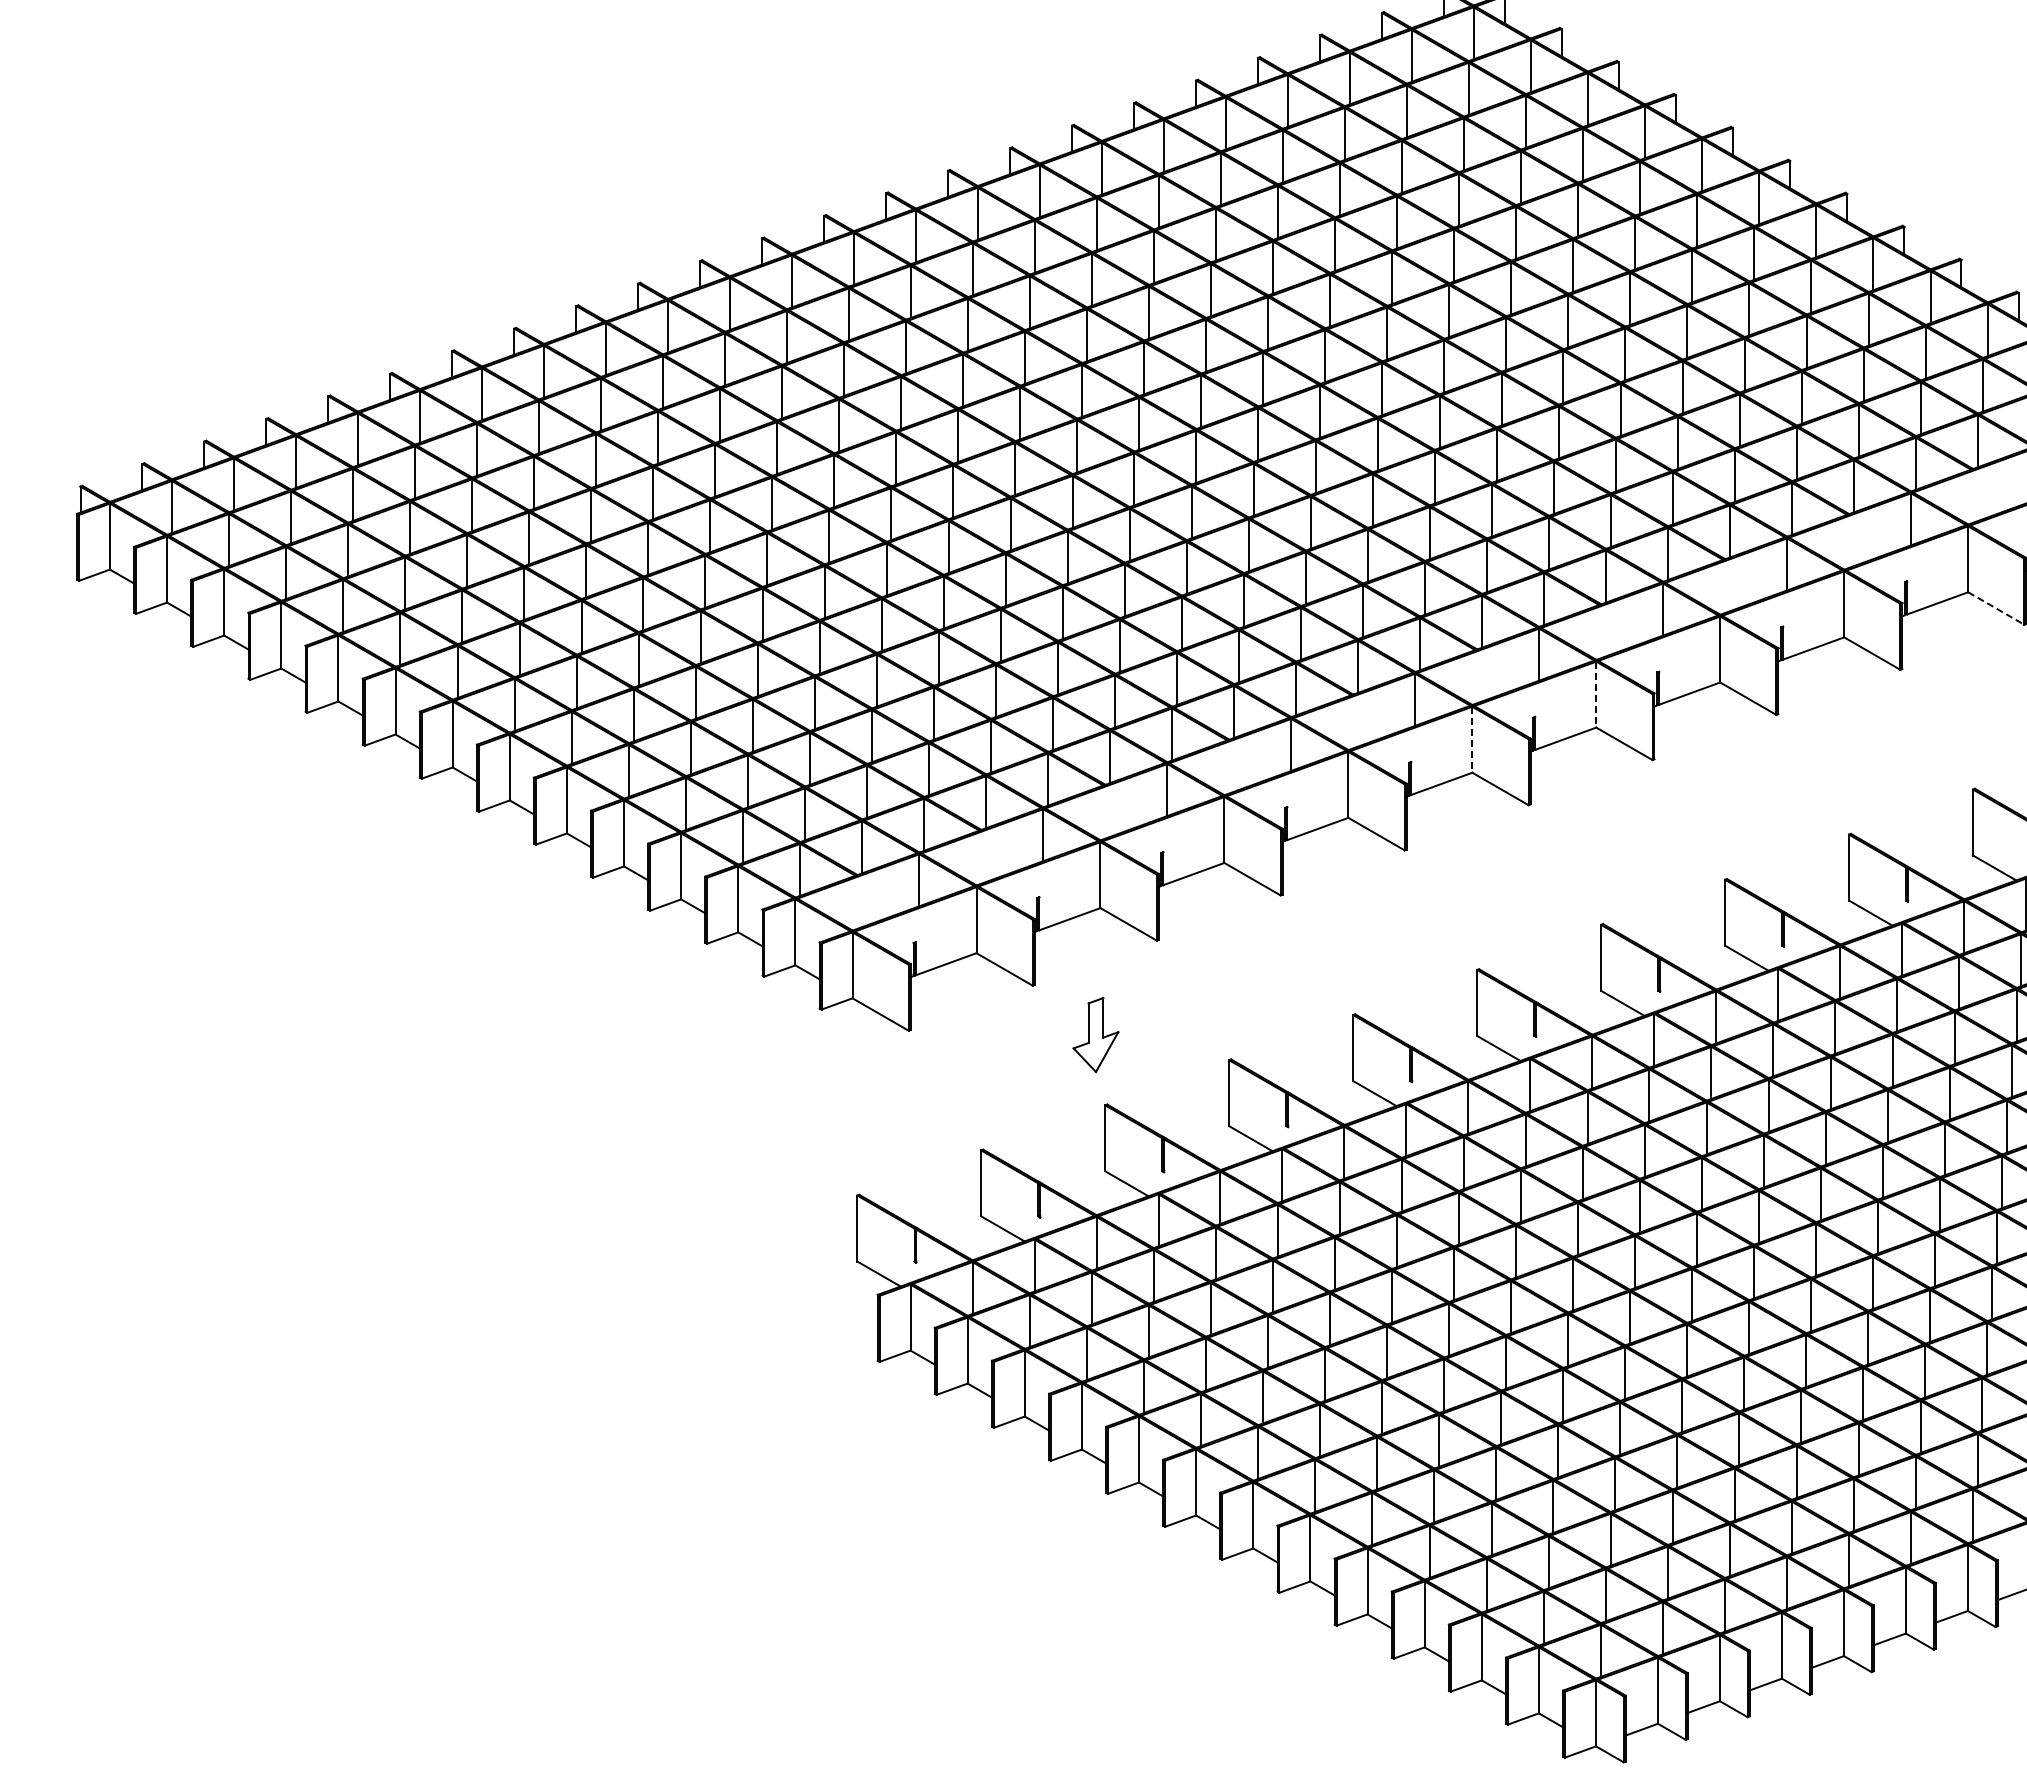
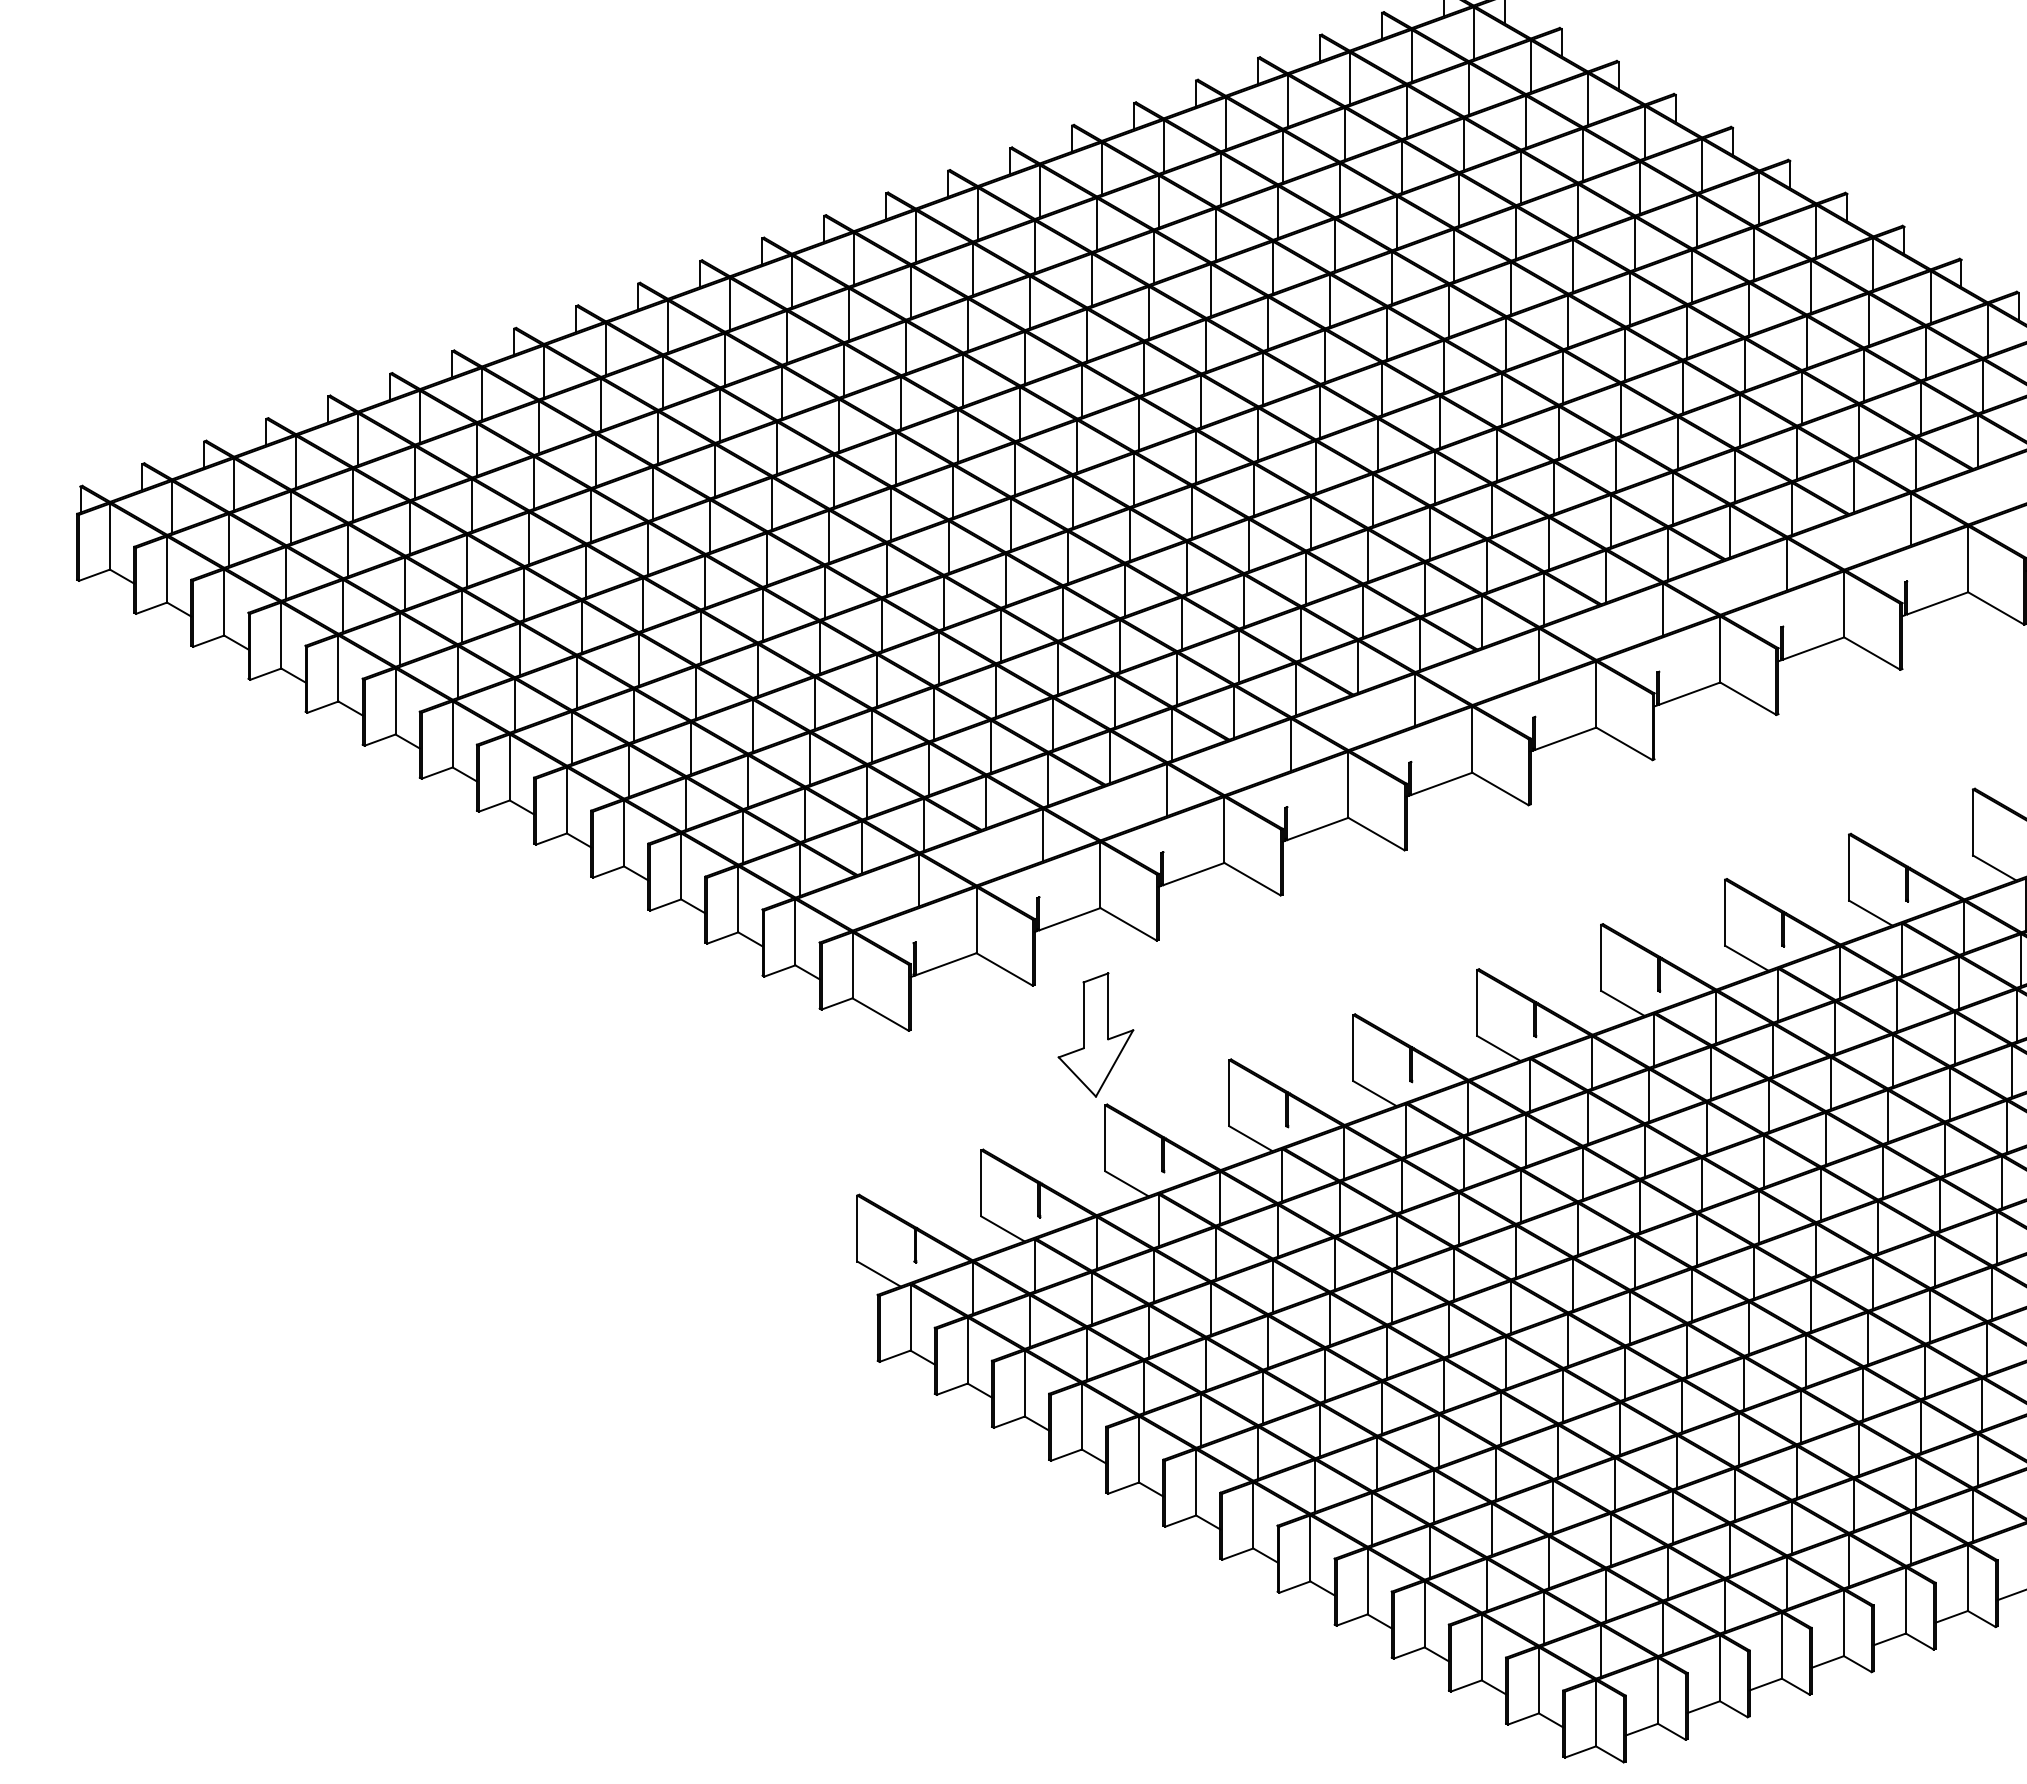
line at (1996, 608): dashed -> solid
line at (1596, 694): dashed -> solid
line at (1472, 739): dashed -> solid
part at (1095, 1035) size: 48x77 px -> 78x126 px
